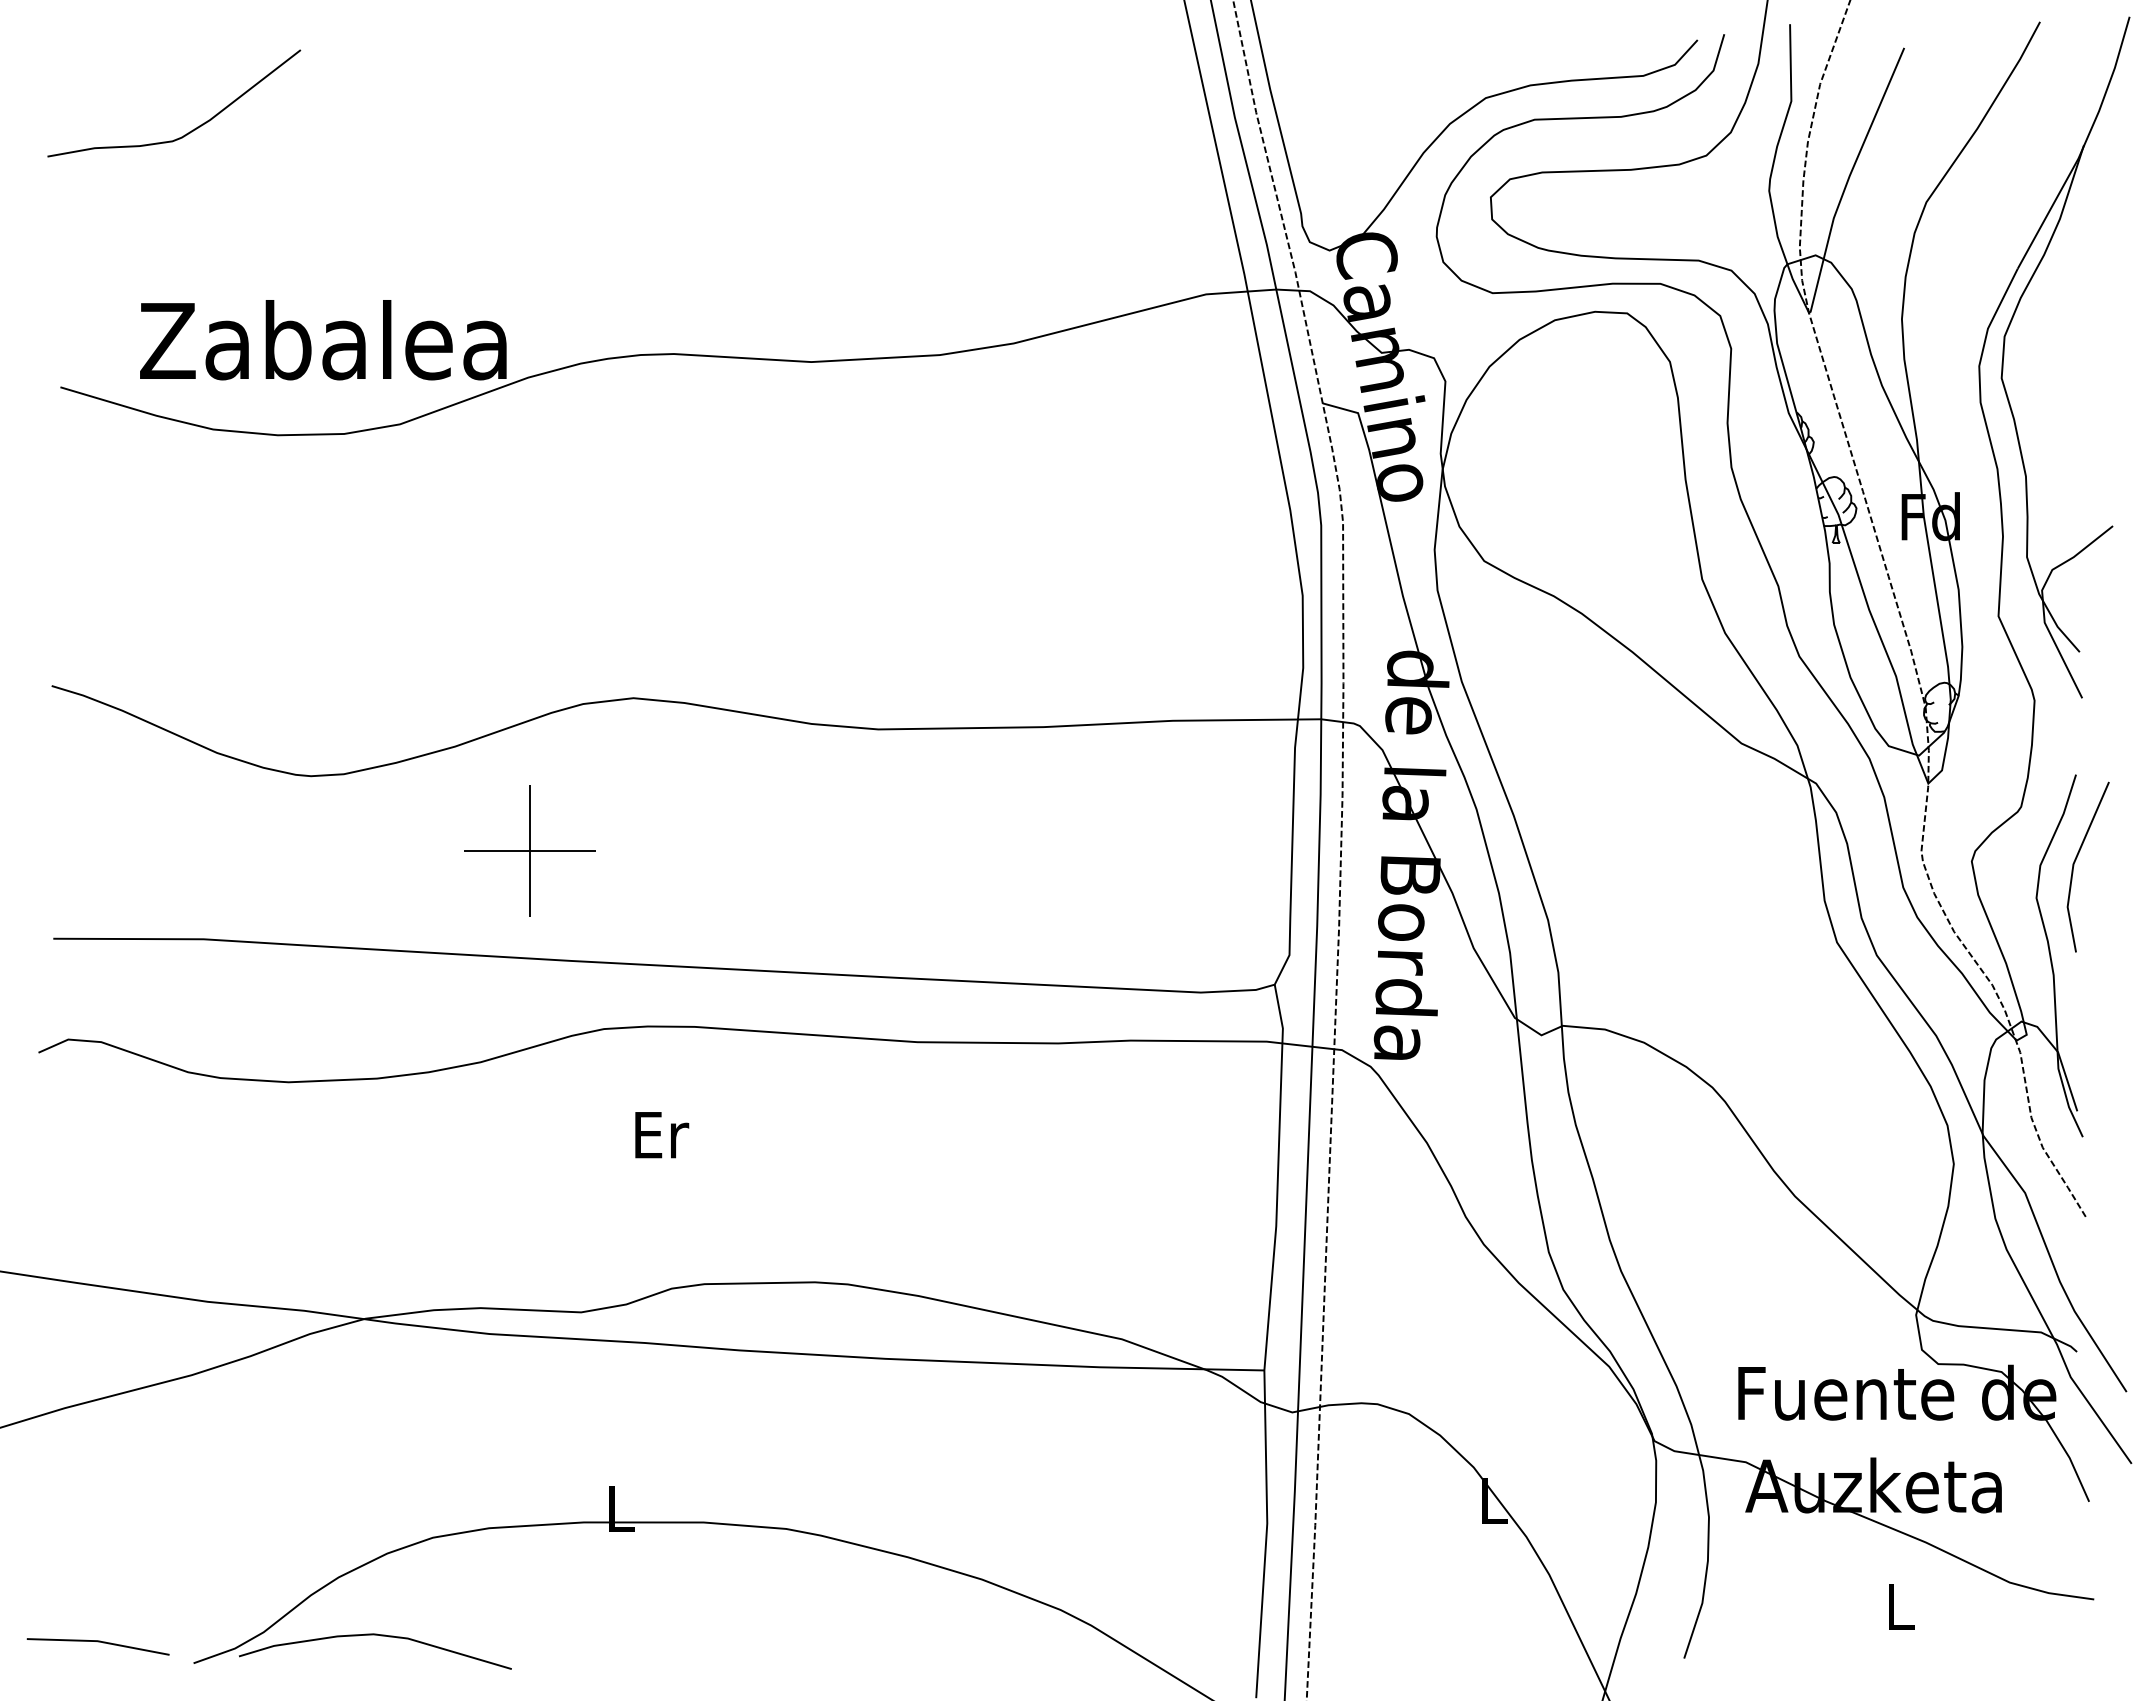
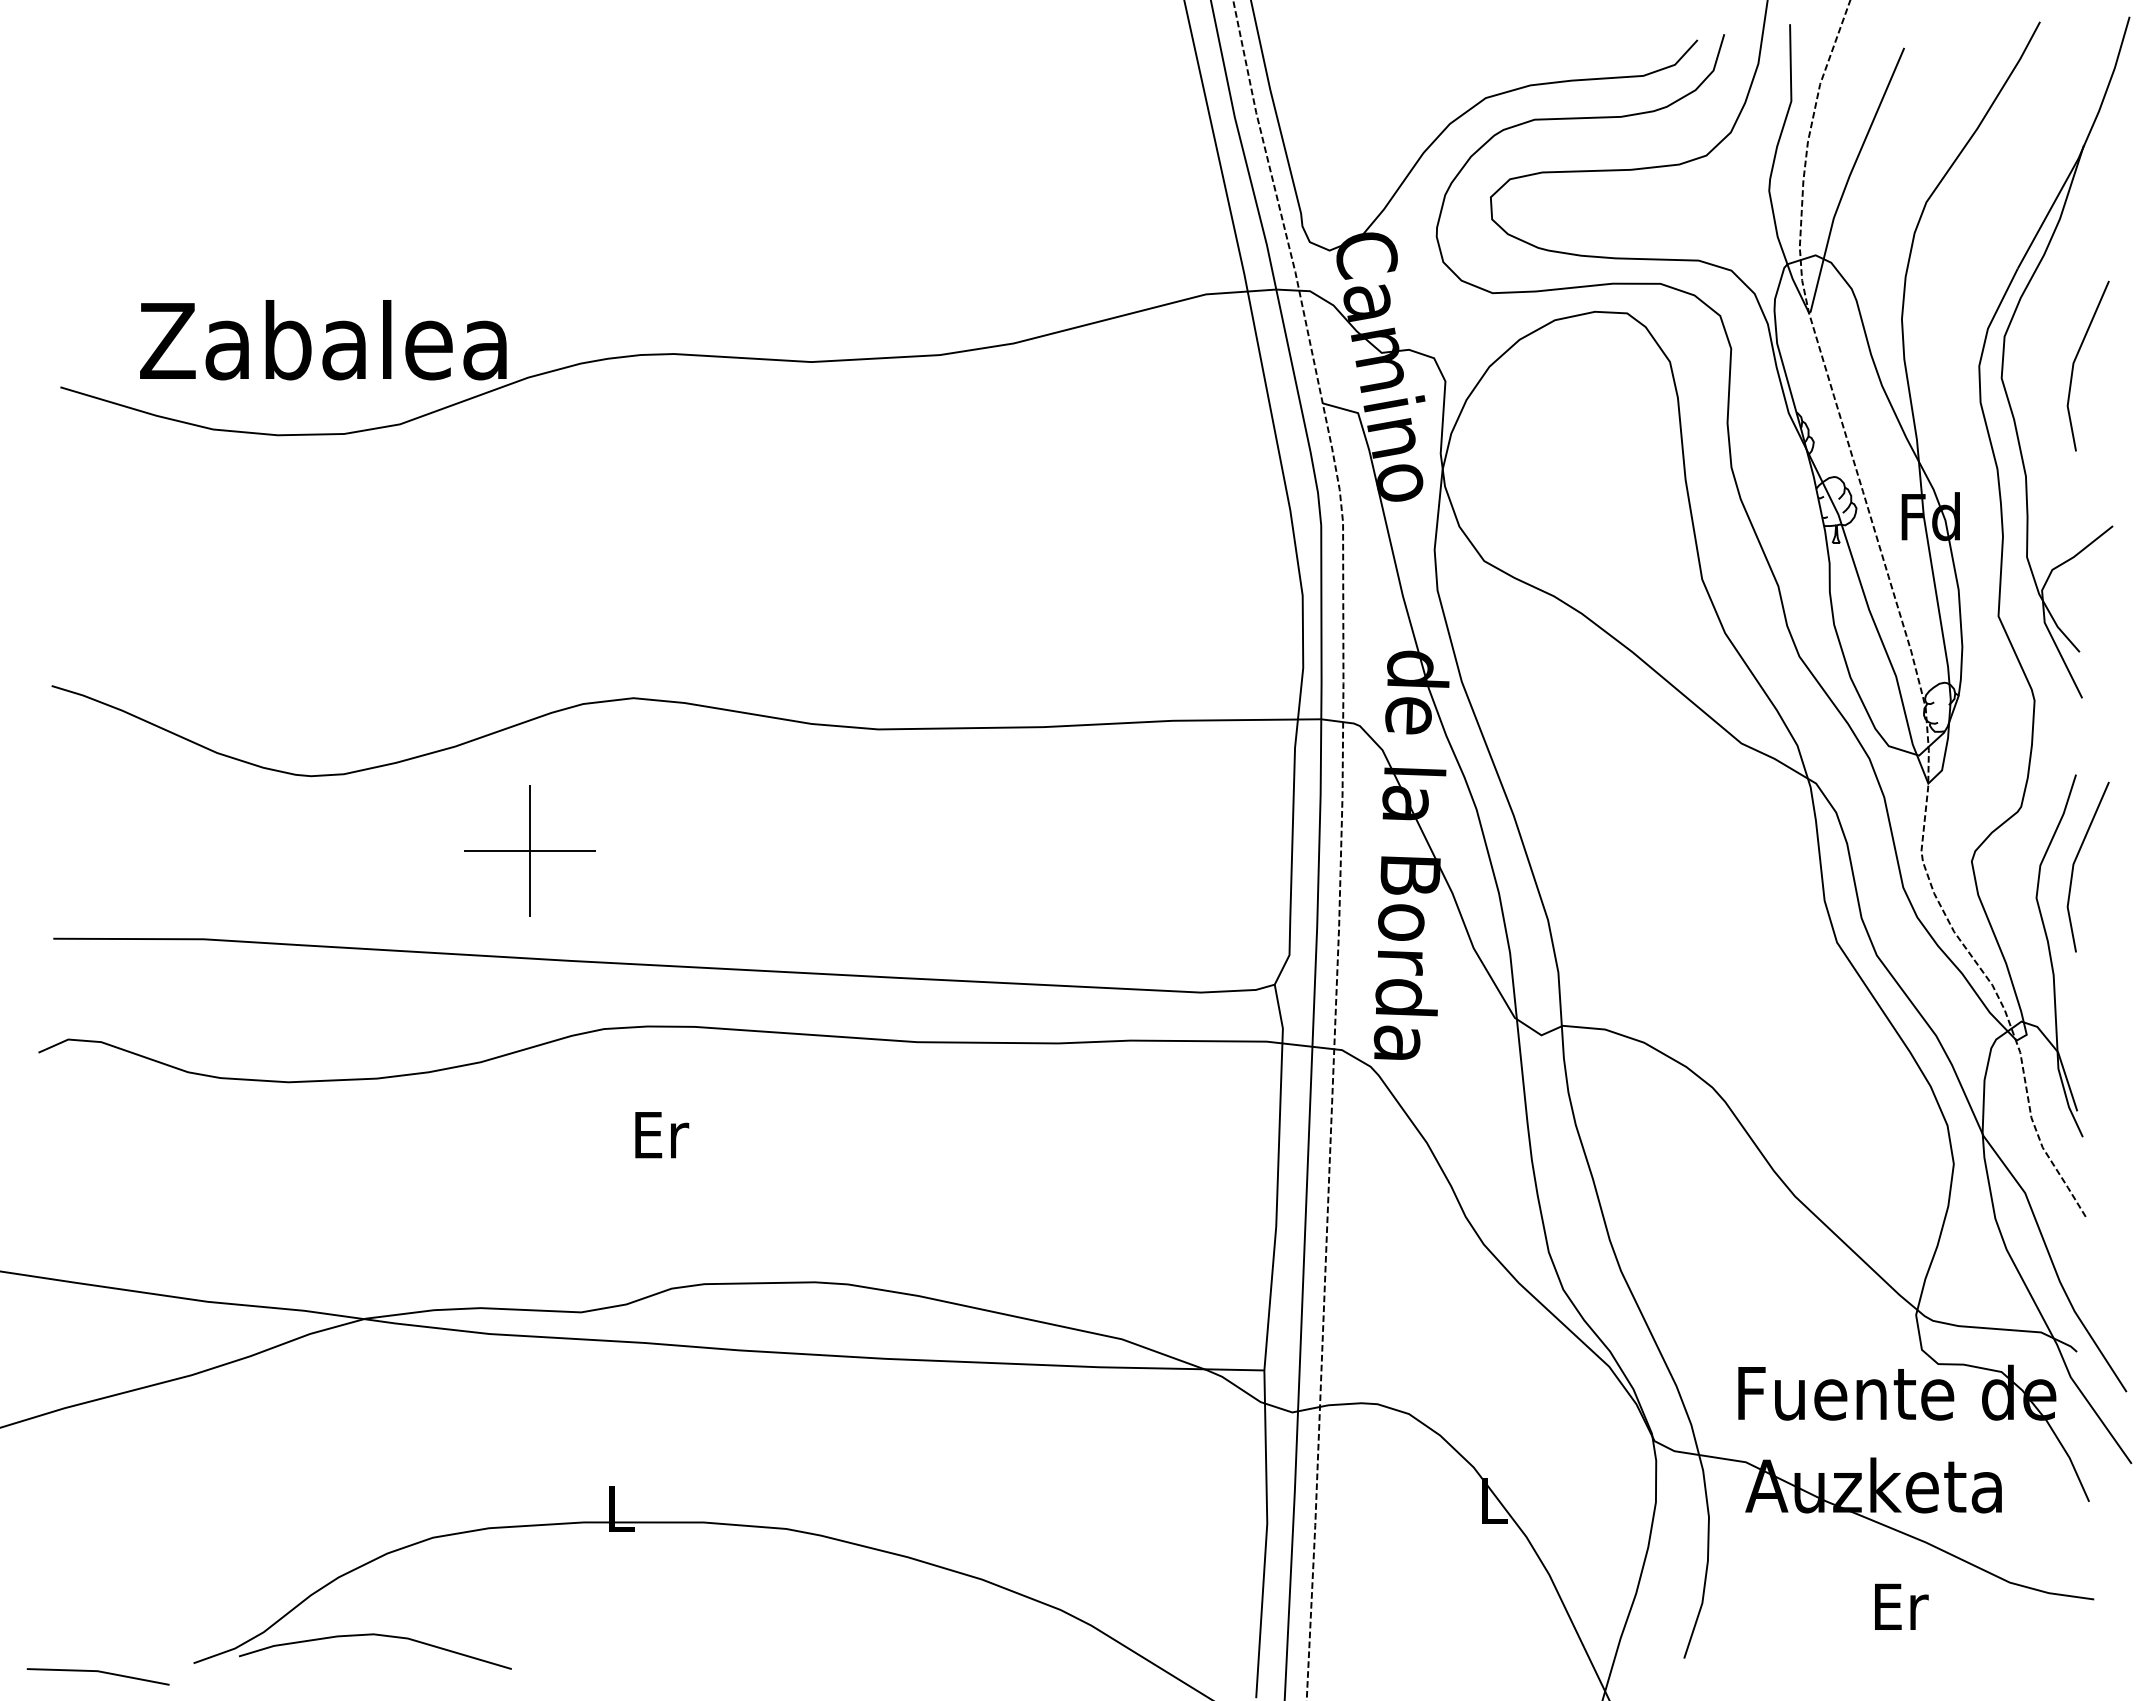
curve at (192, 129): present -> none
line at (2076, 359): none -> present
text at (1901, 1606): L -> Er
line at (97, 1642) position: (97, 1642) -> (97, 1672)
